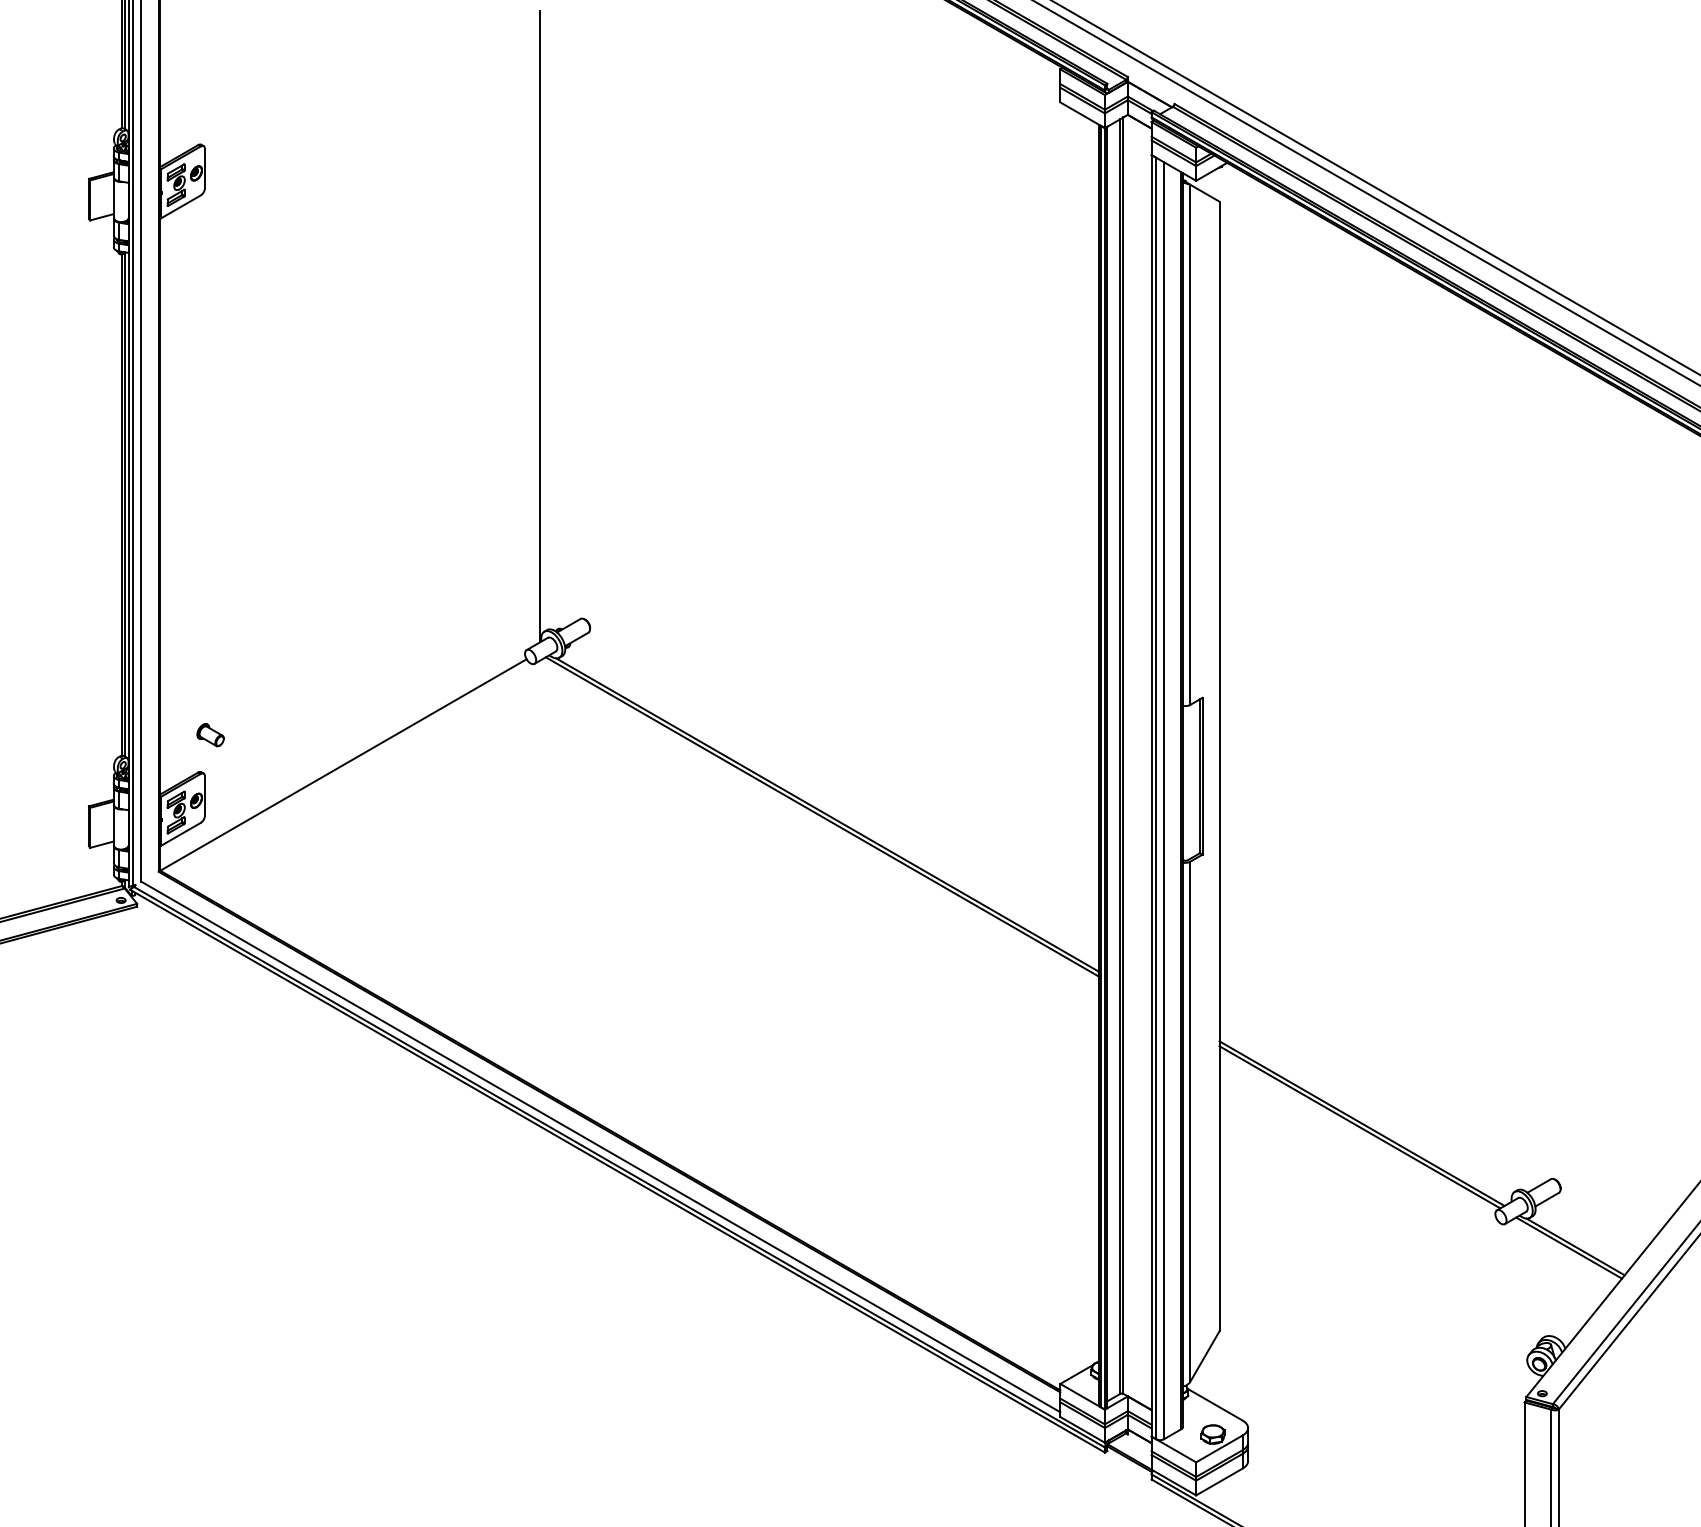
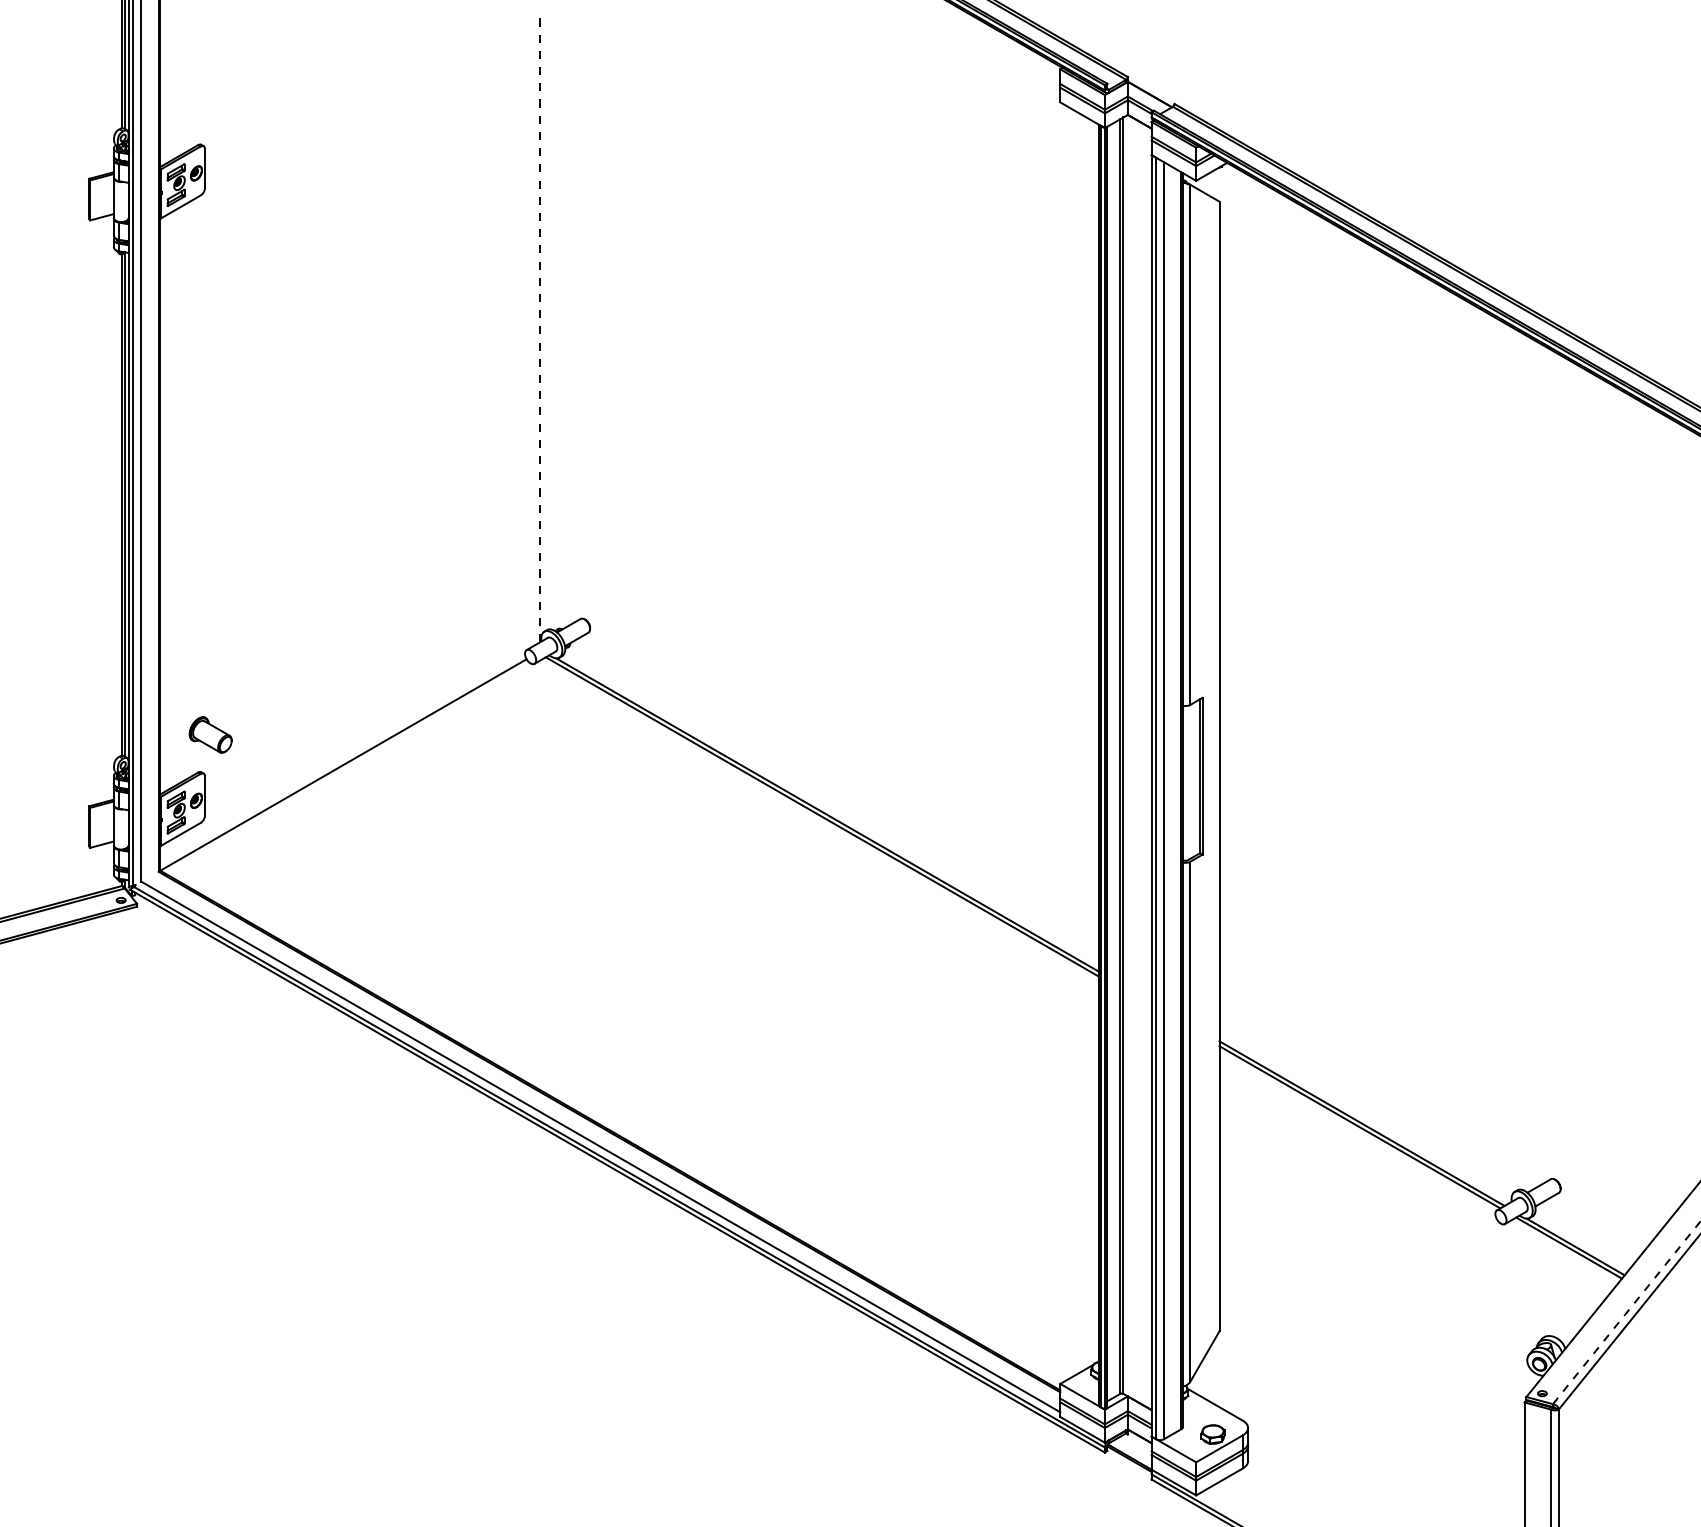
line at (1375, 187): present -> none
line at (1366, 193): present -> none
line at (540, 326): solid -> dashed
part at (210, 735) size: 29x25 px -> 45x38 px
line at (1627, 1312): solid -> dashed
